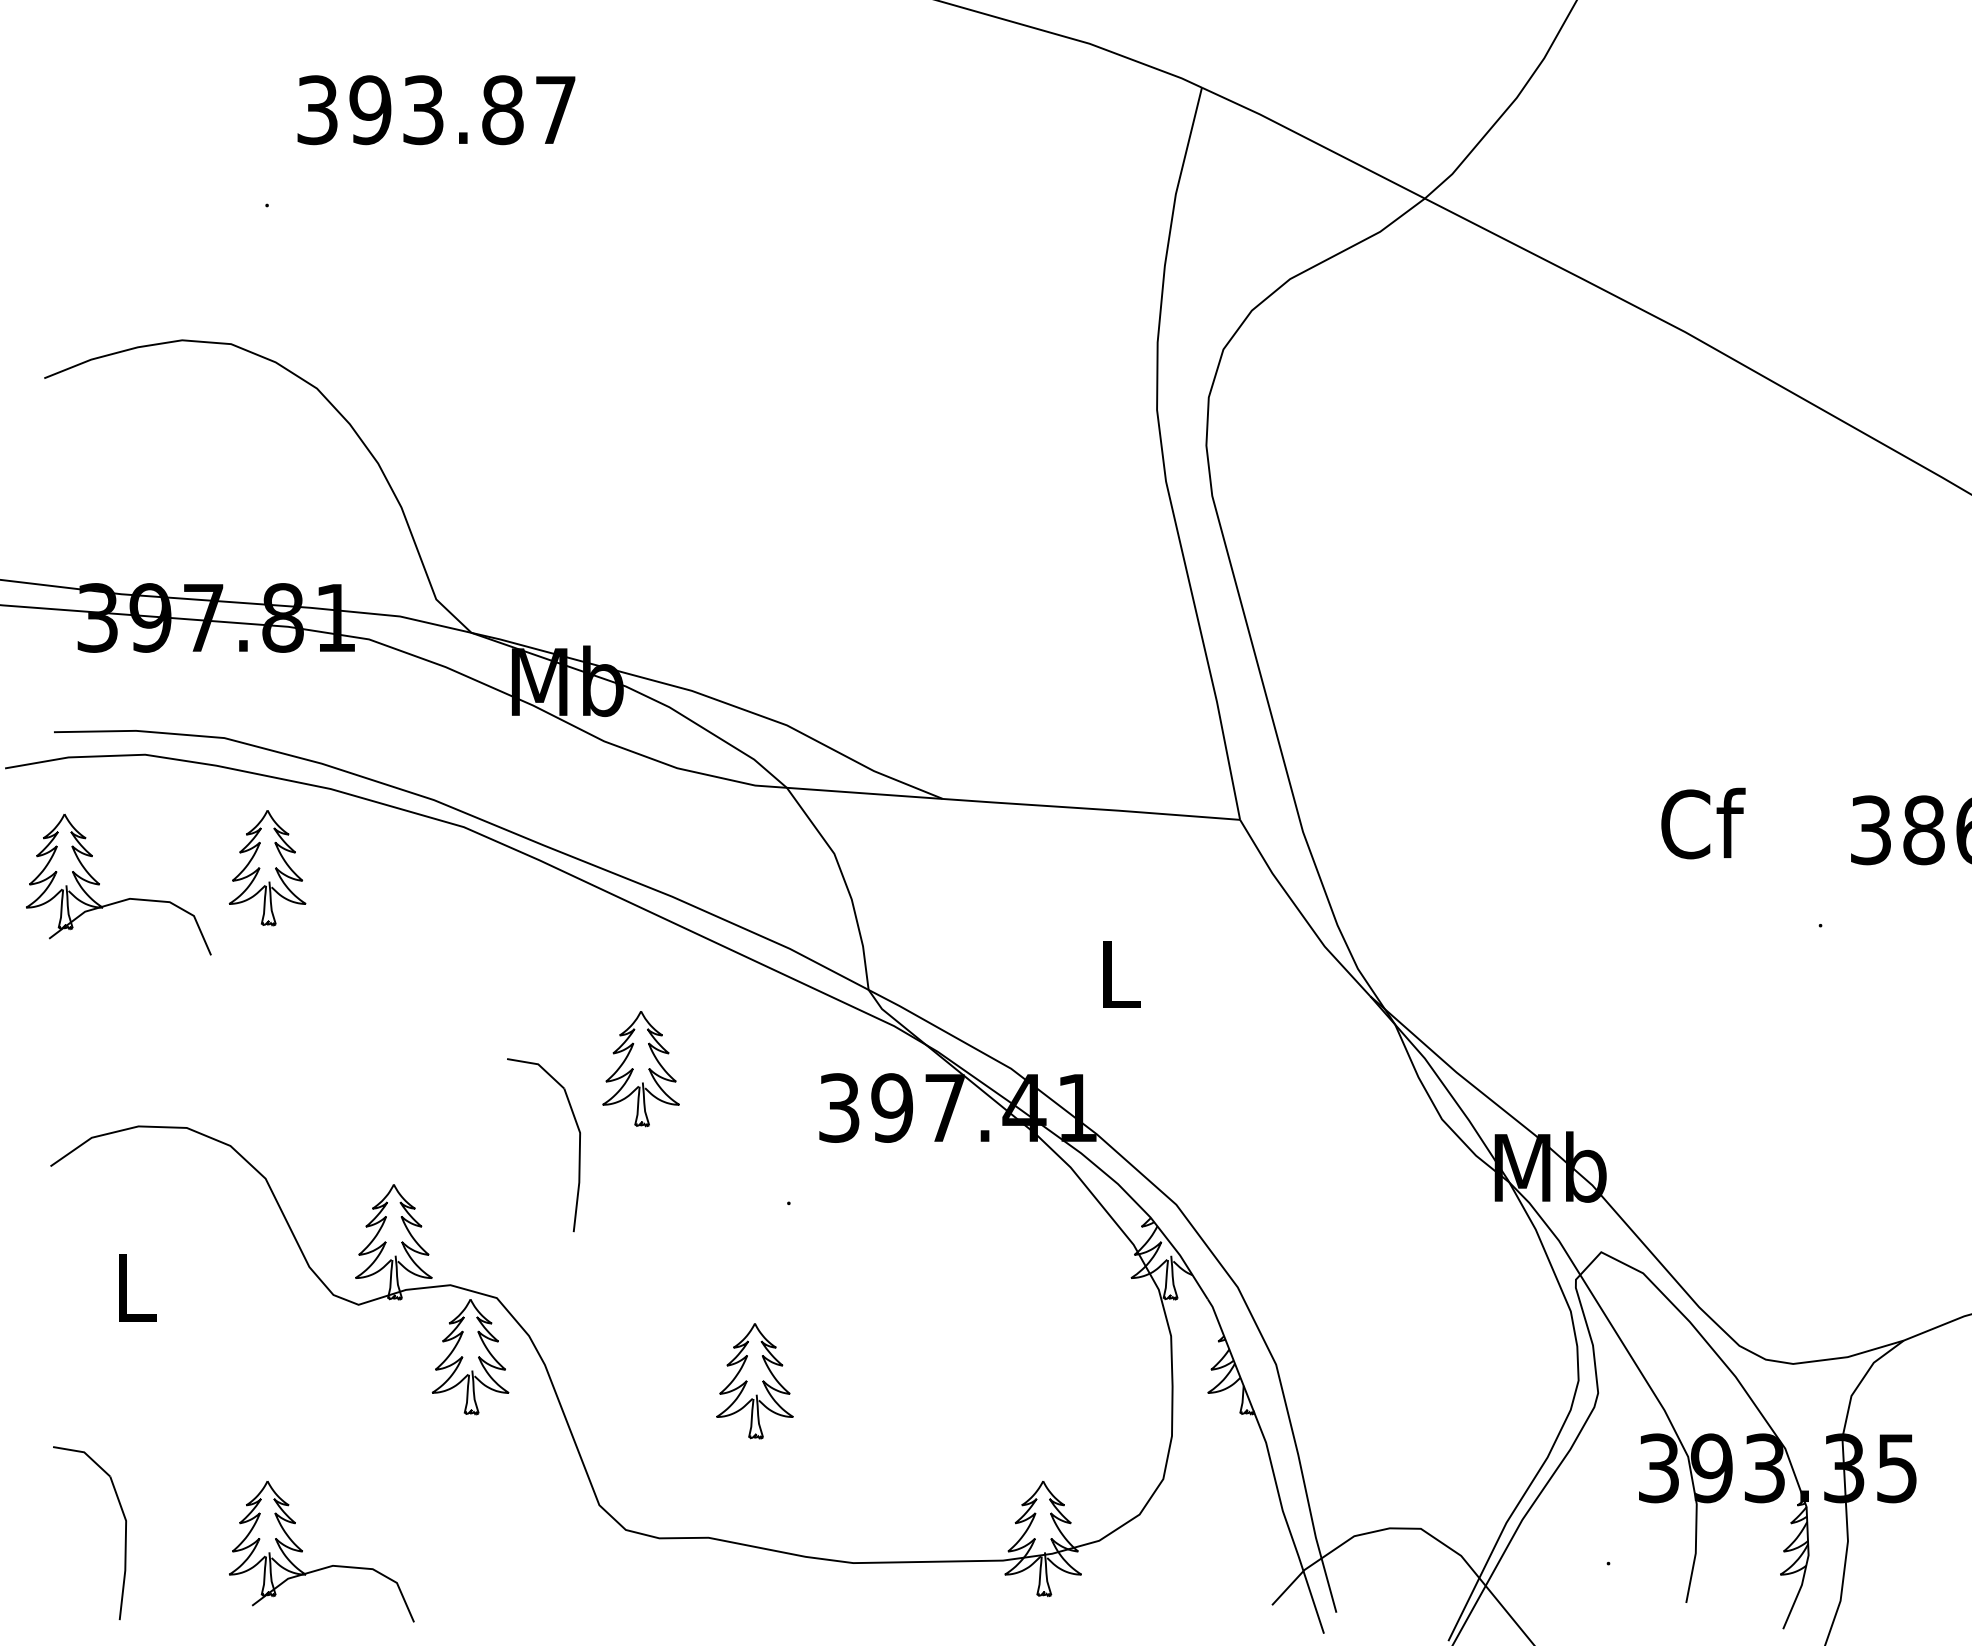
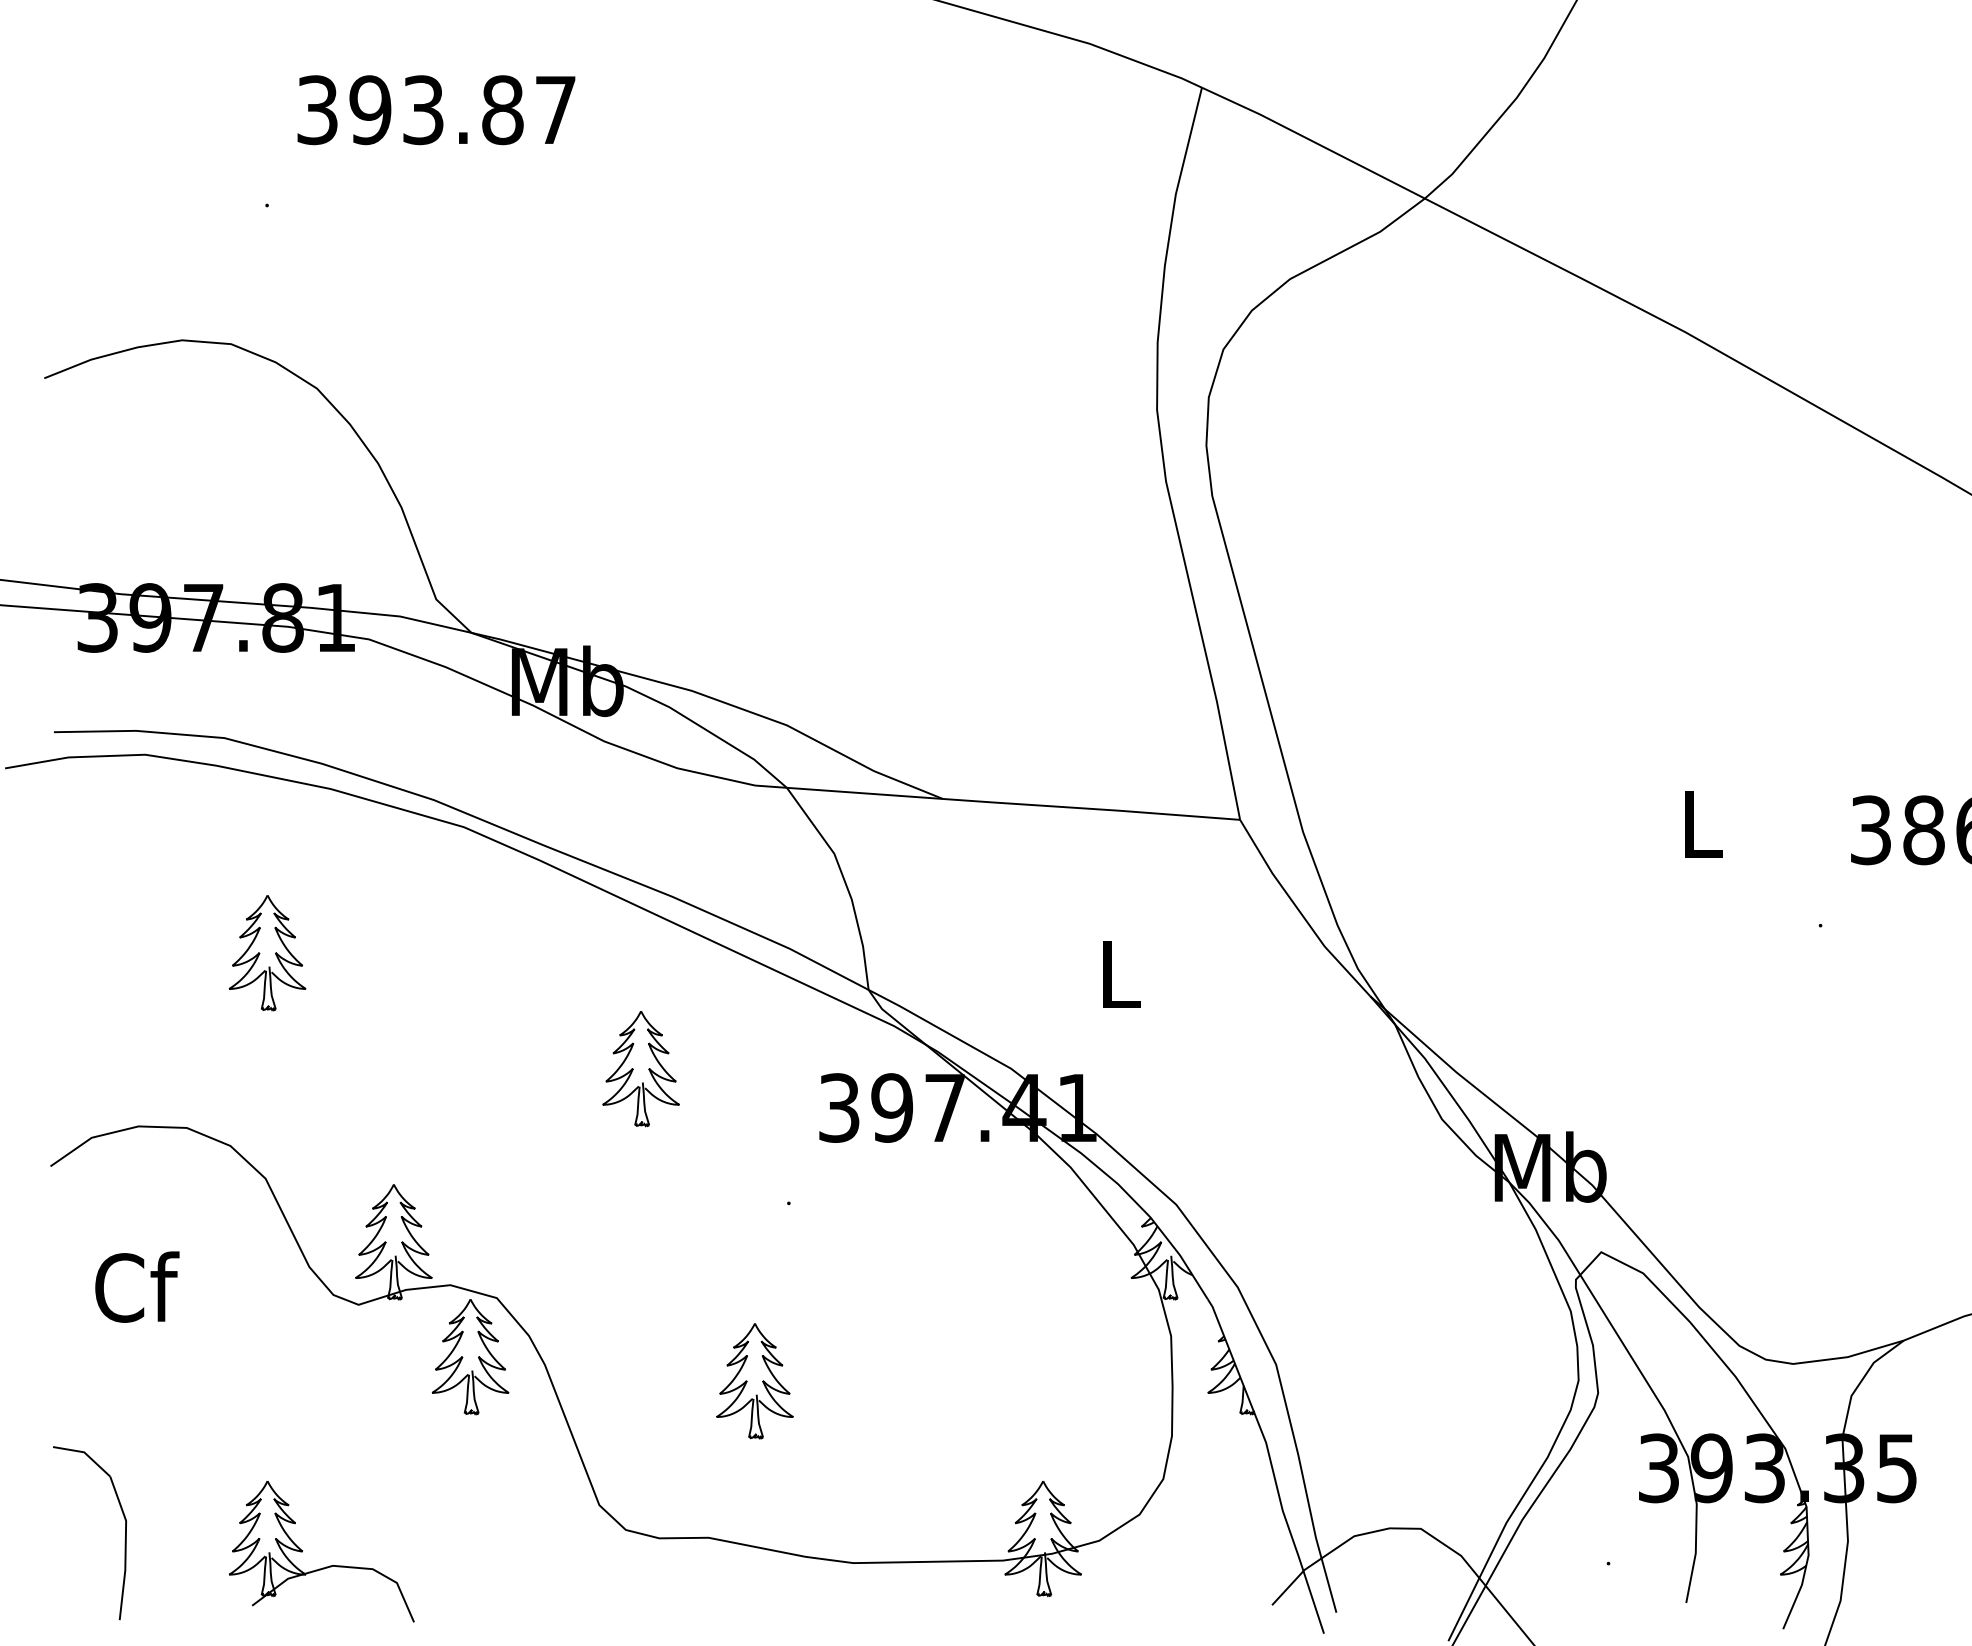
text at (1703, 823): Cf -> L
part at (267, 868) position: (267, 868) -> (267, 953)
part at (123, 899): present -> none
part at (578, 1152): present -> none
text at (137, 1286): L -> Cf
